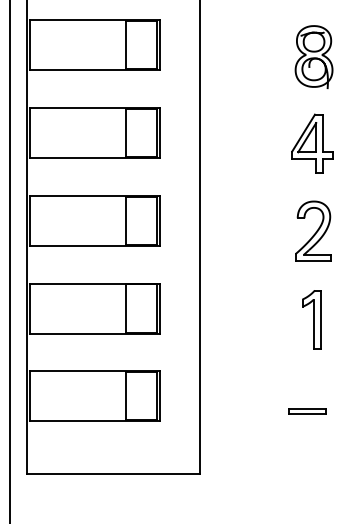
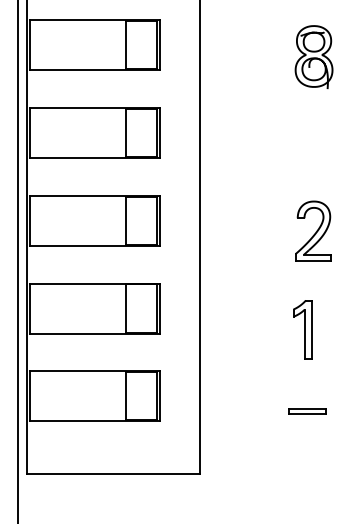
part at (312, 143): present -> none
line at (10, 261) position: (10, 261) -> (18, 261)
part at (311, 319) position: (311, 319) -> (302, 329)
